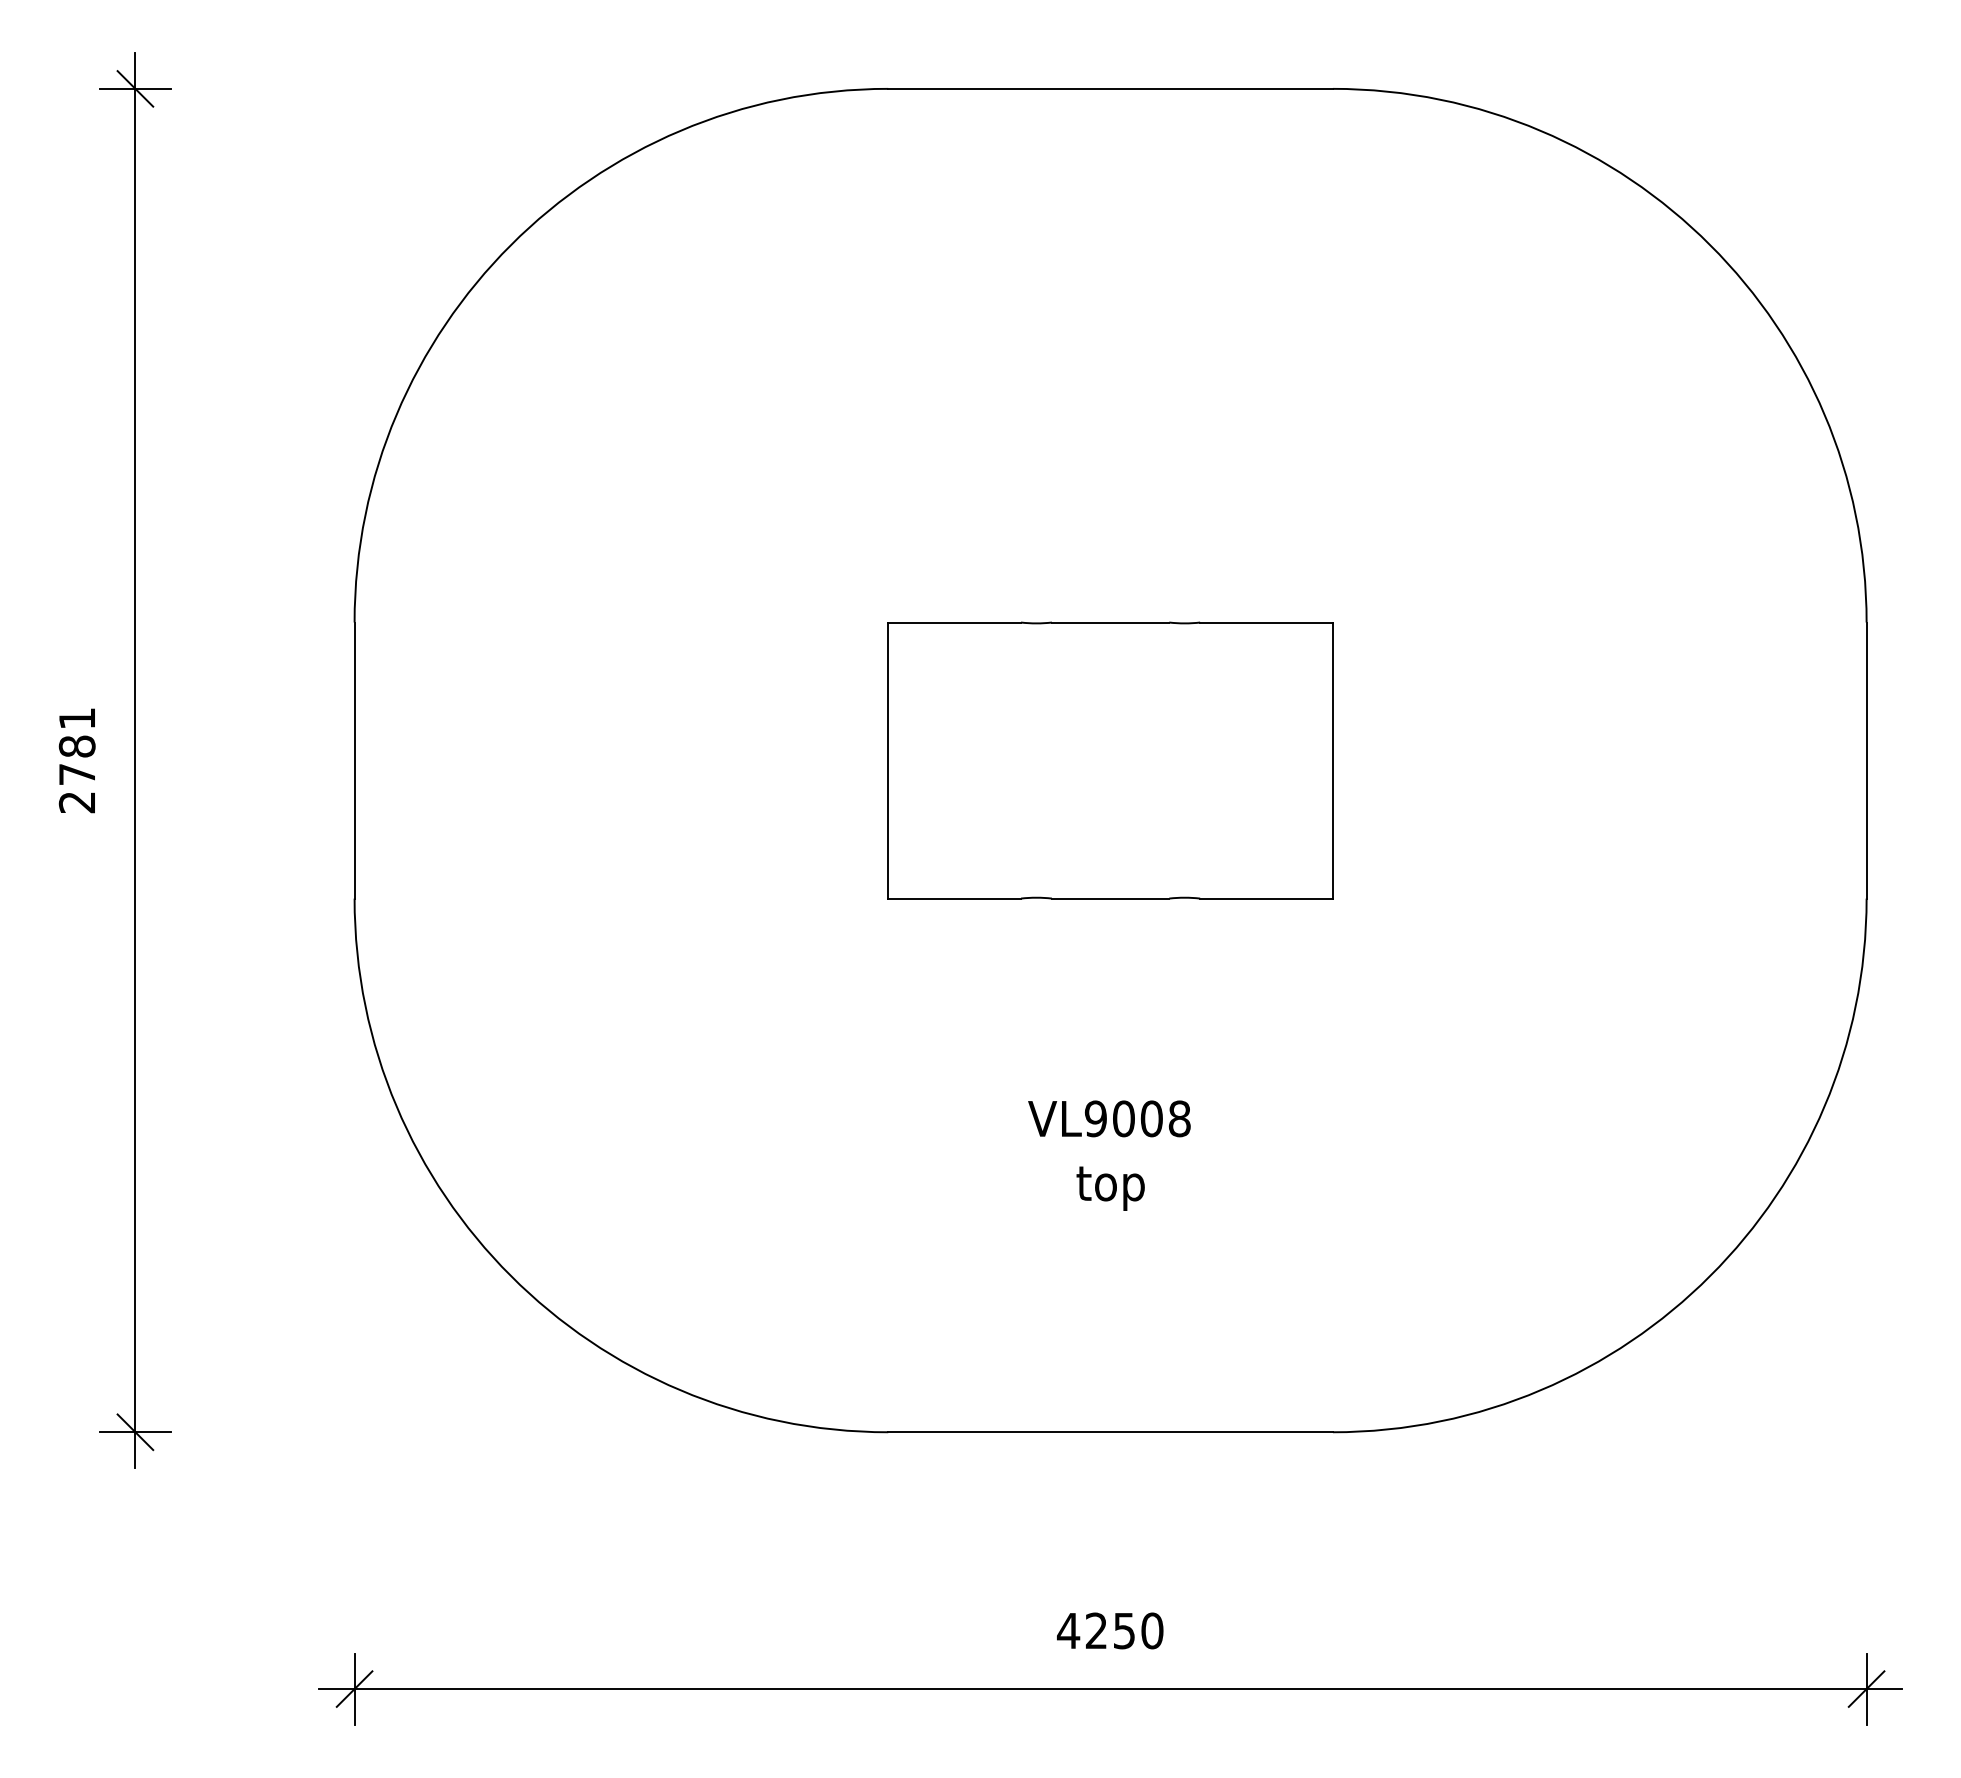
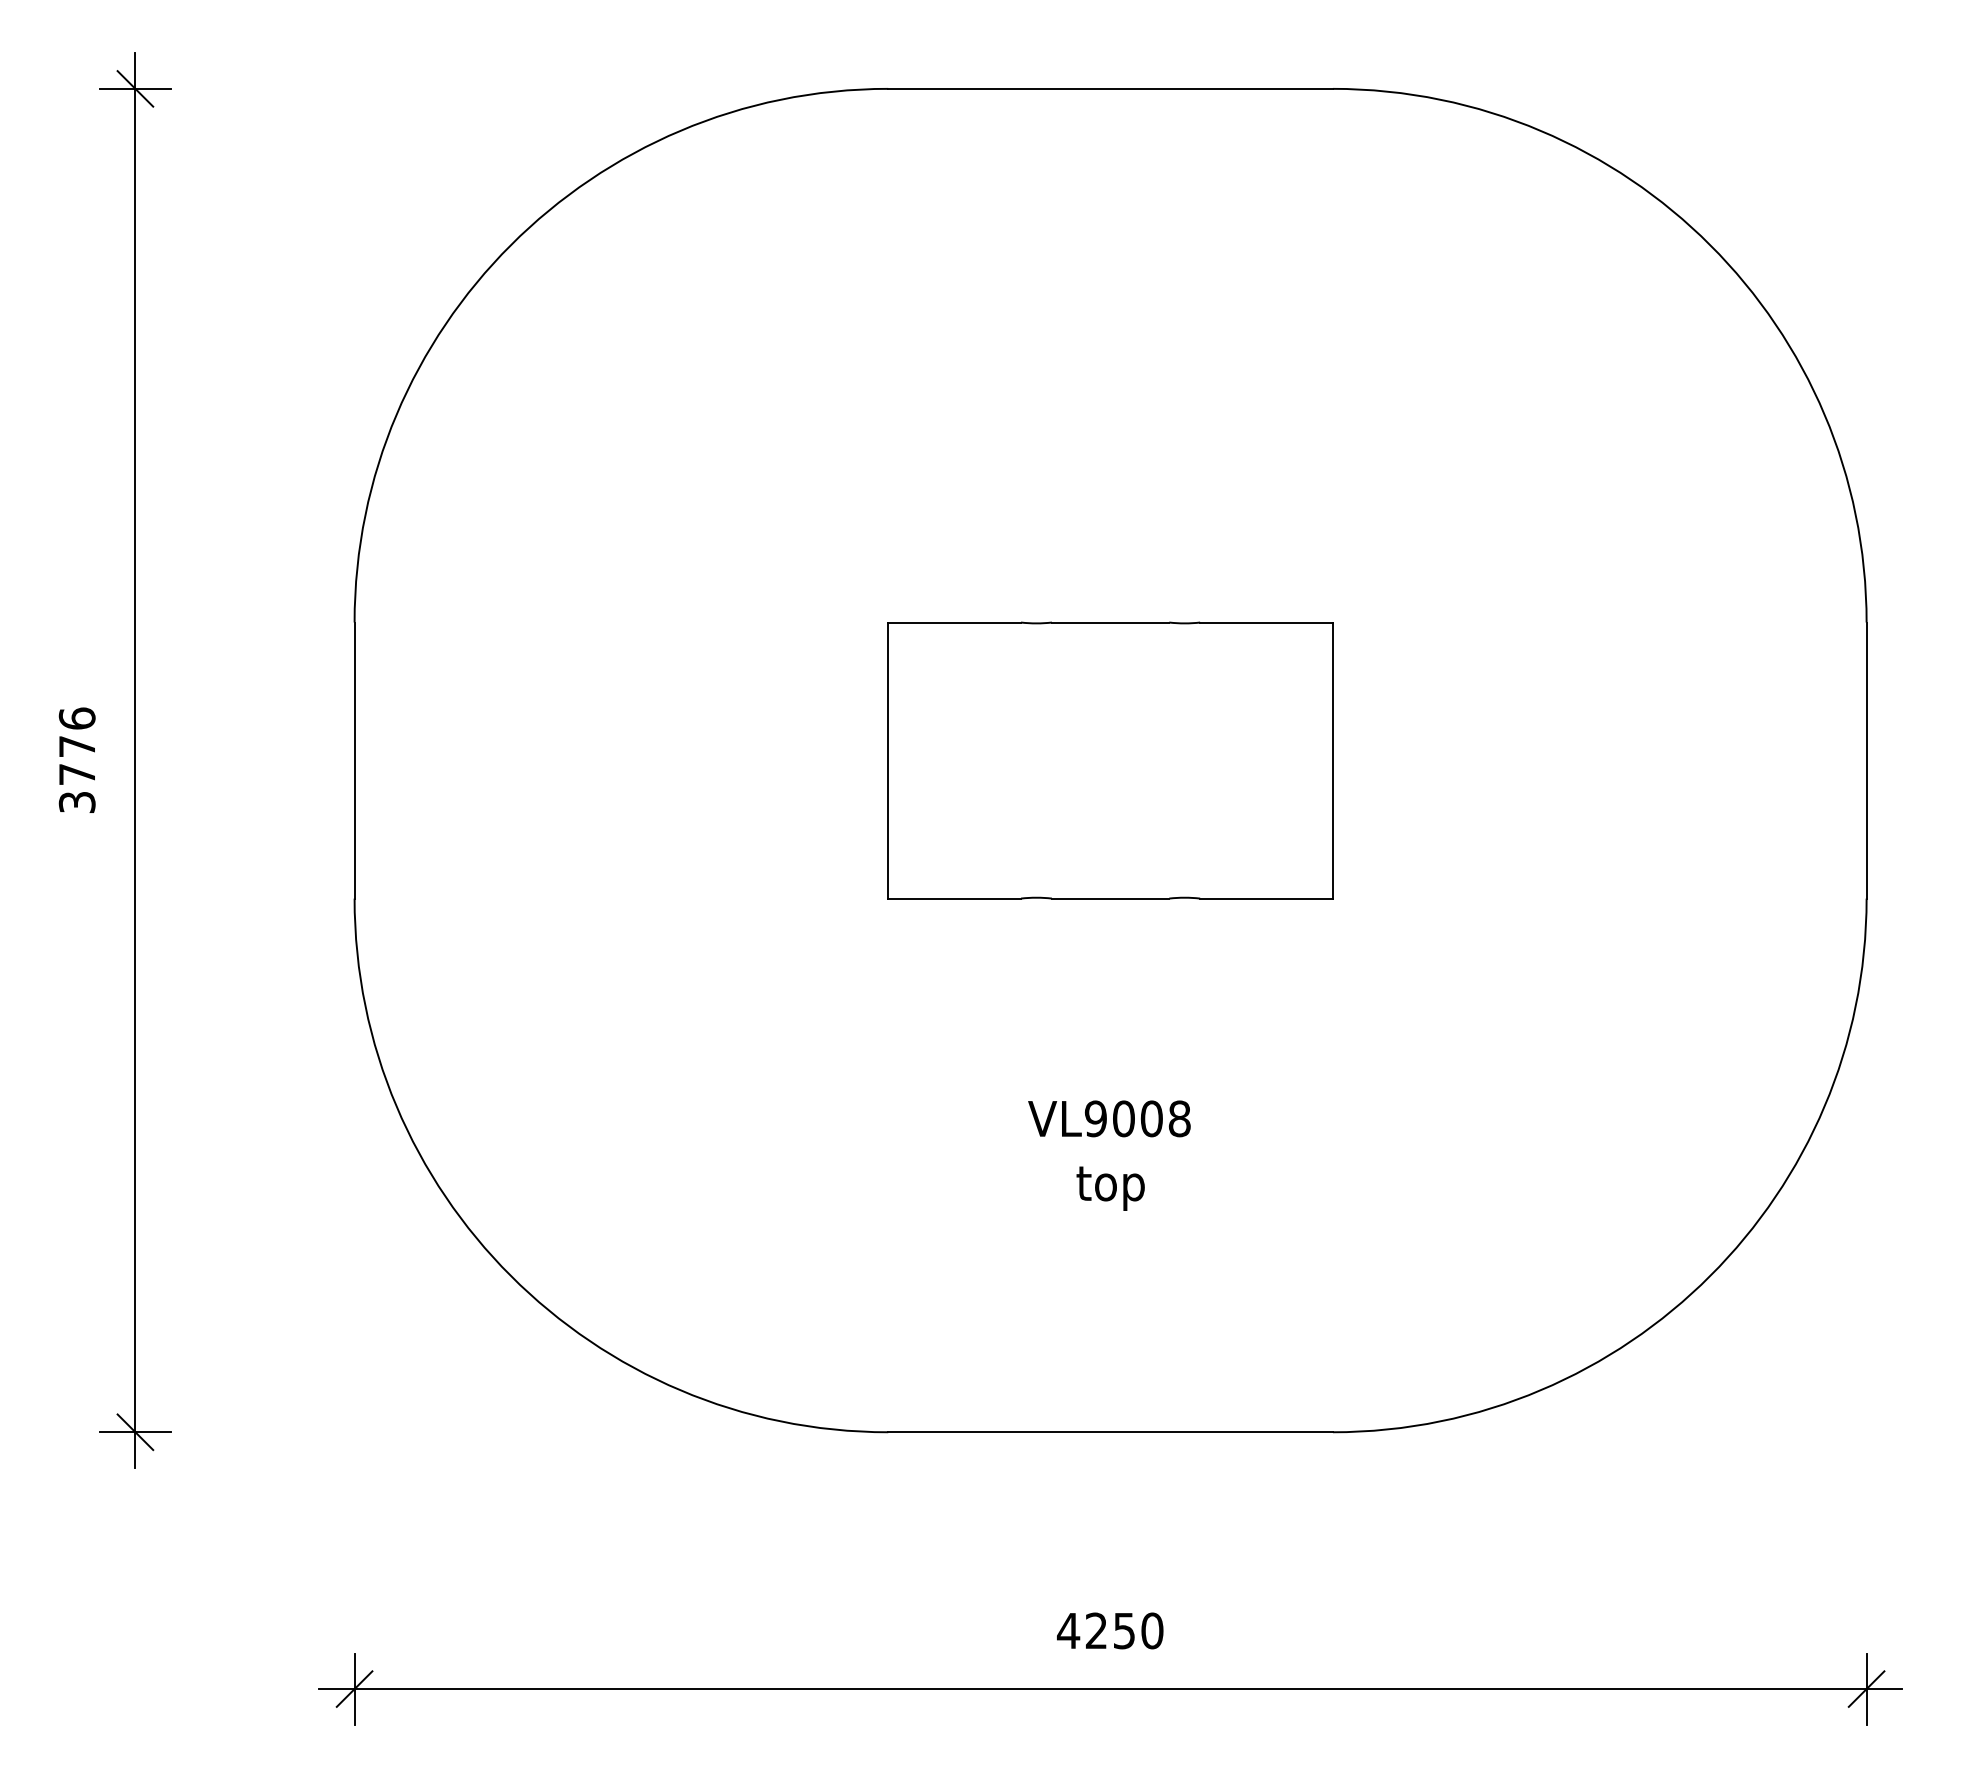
text at (76, 760): 2781 -> 3776
